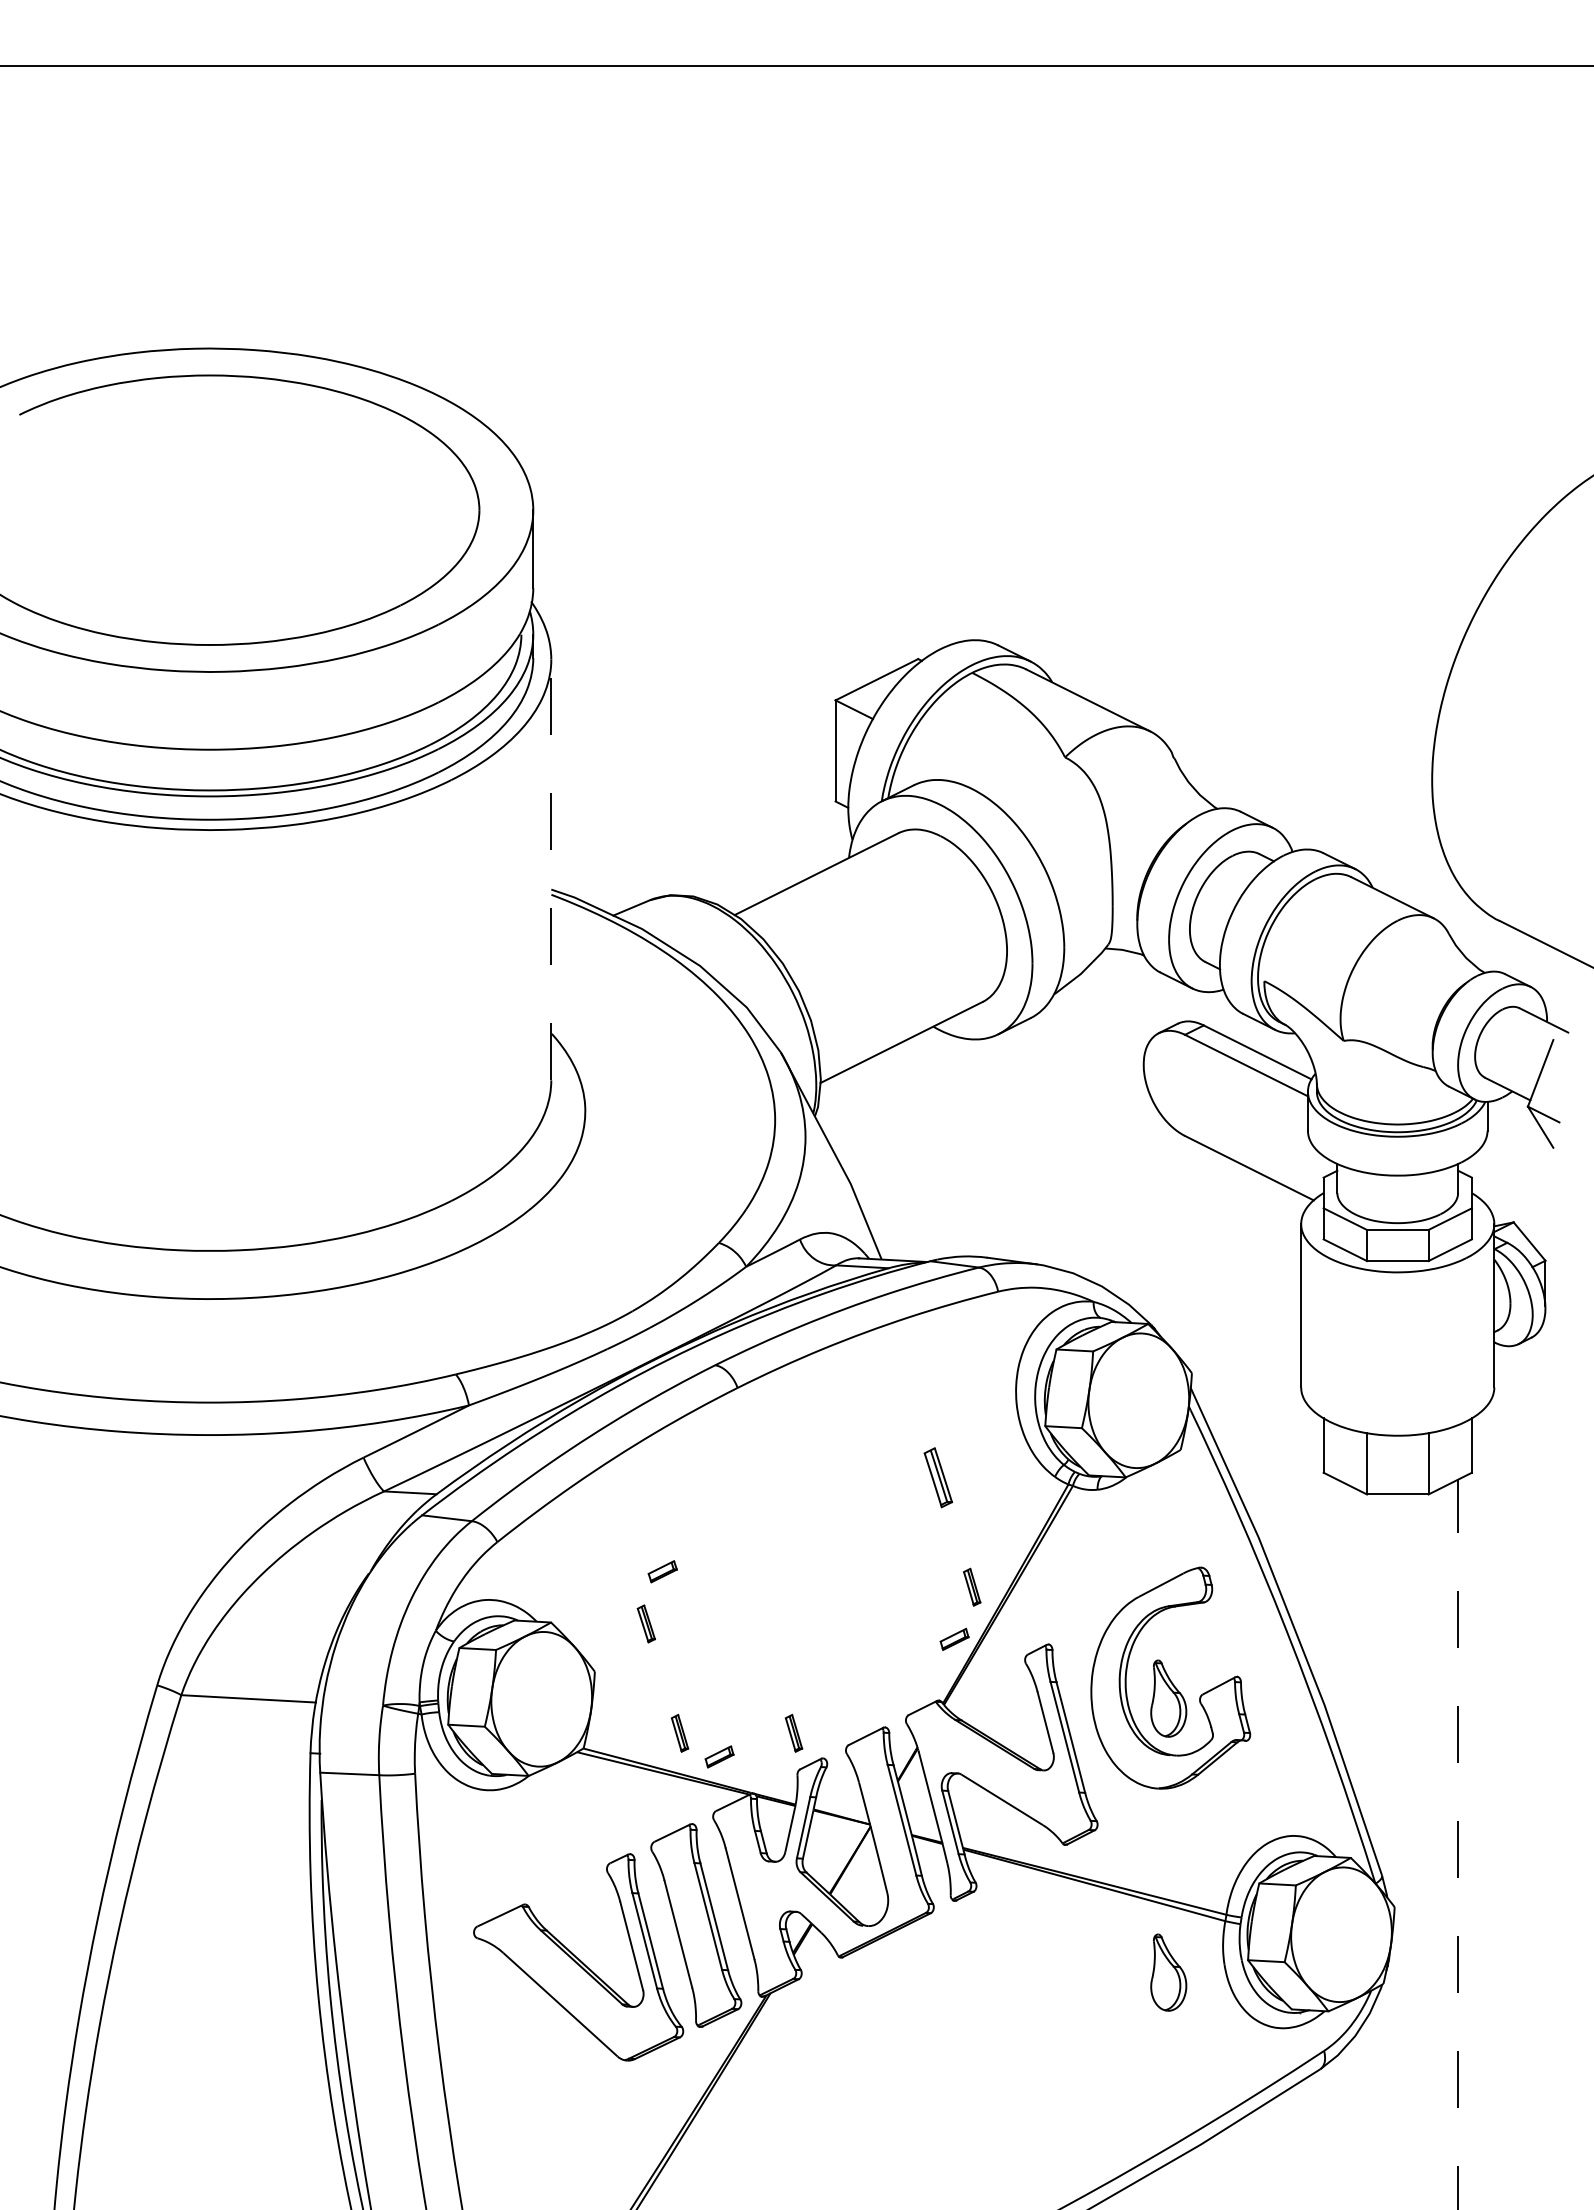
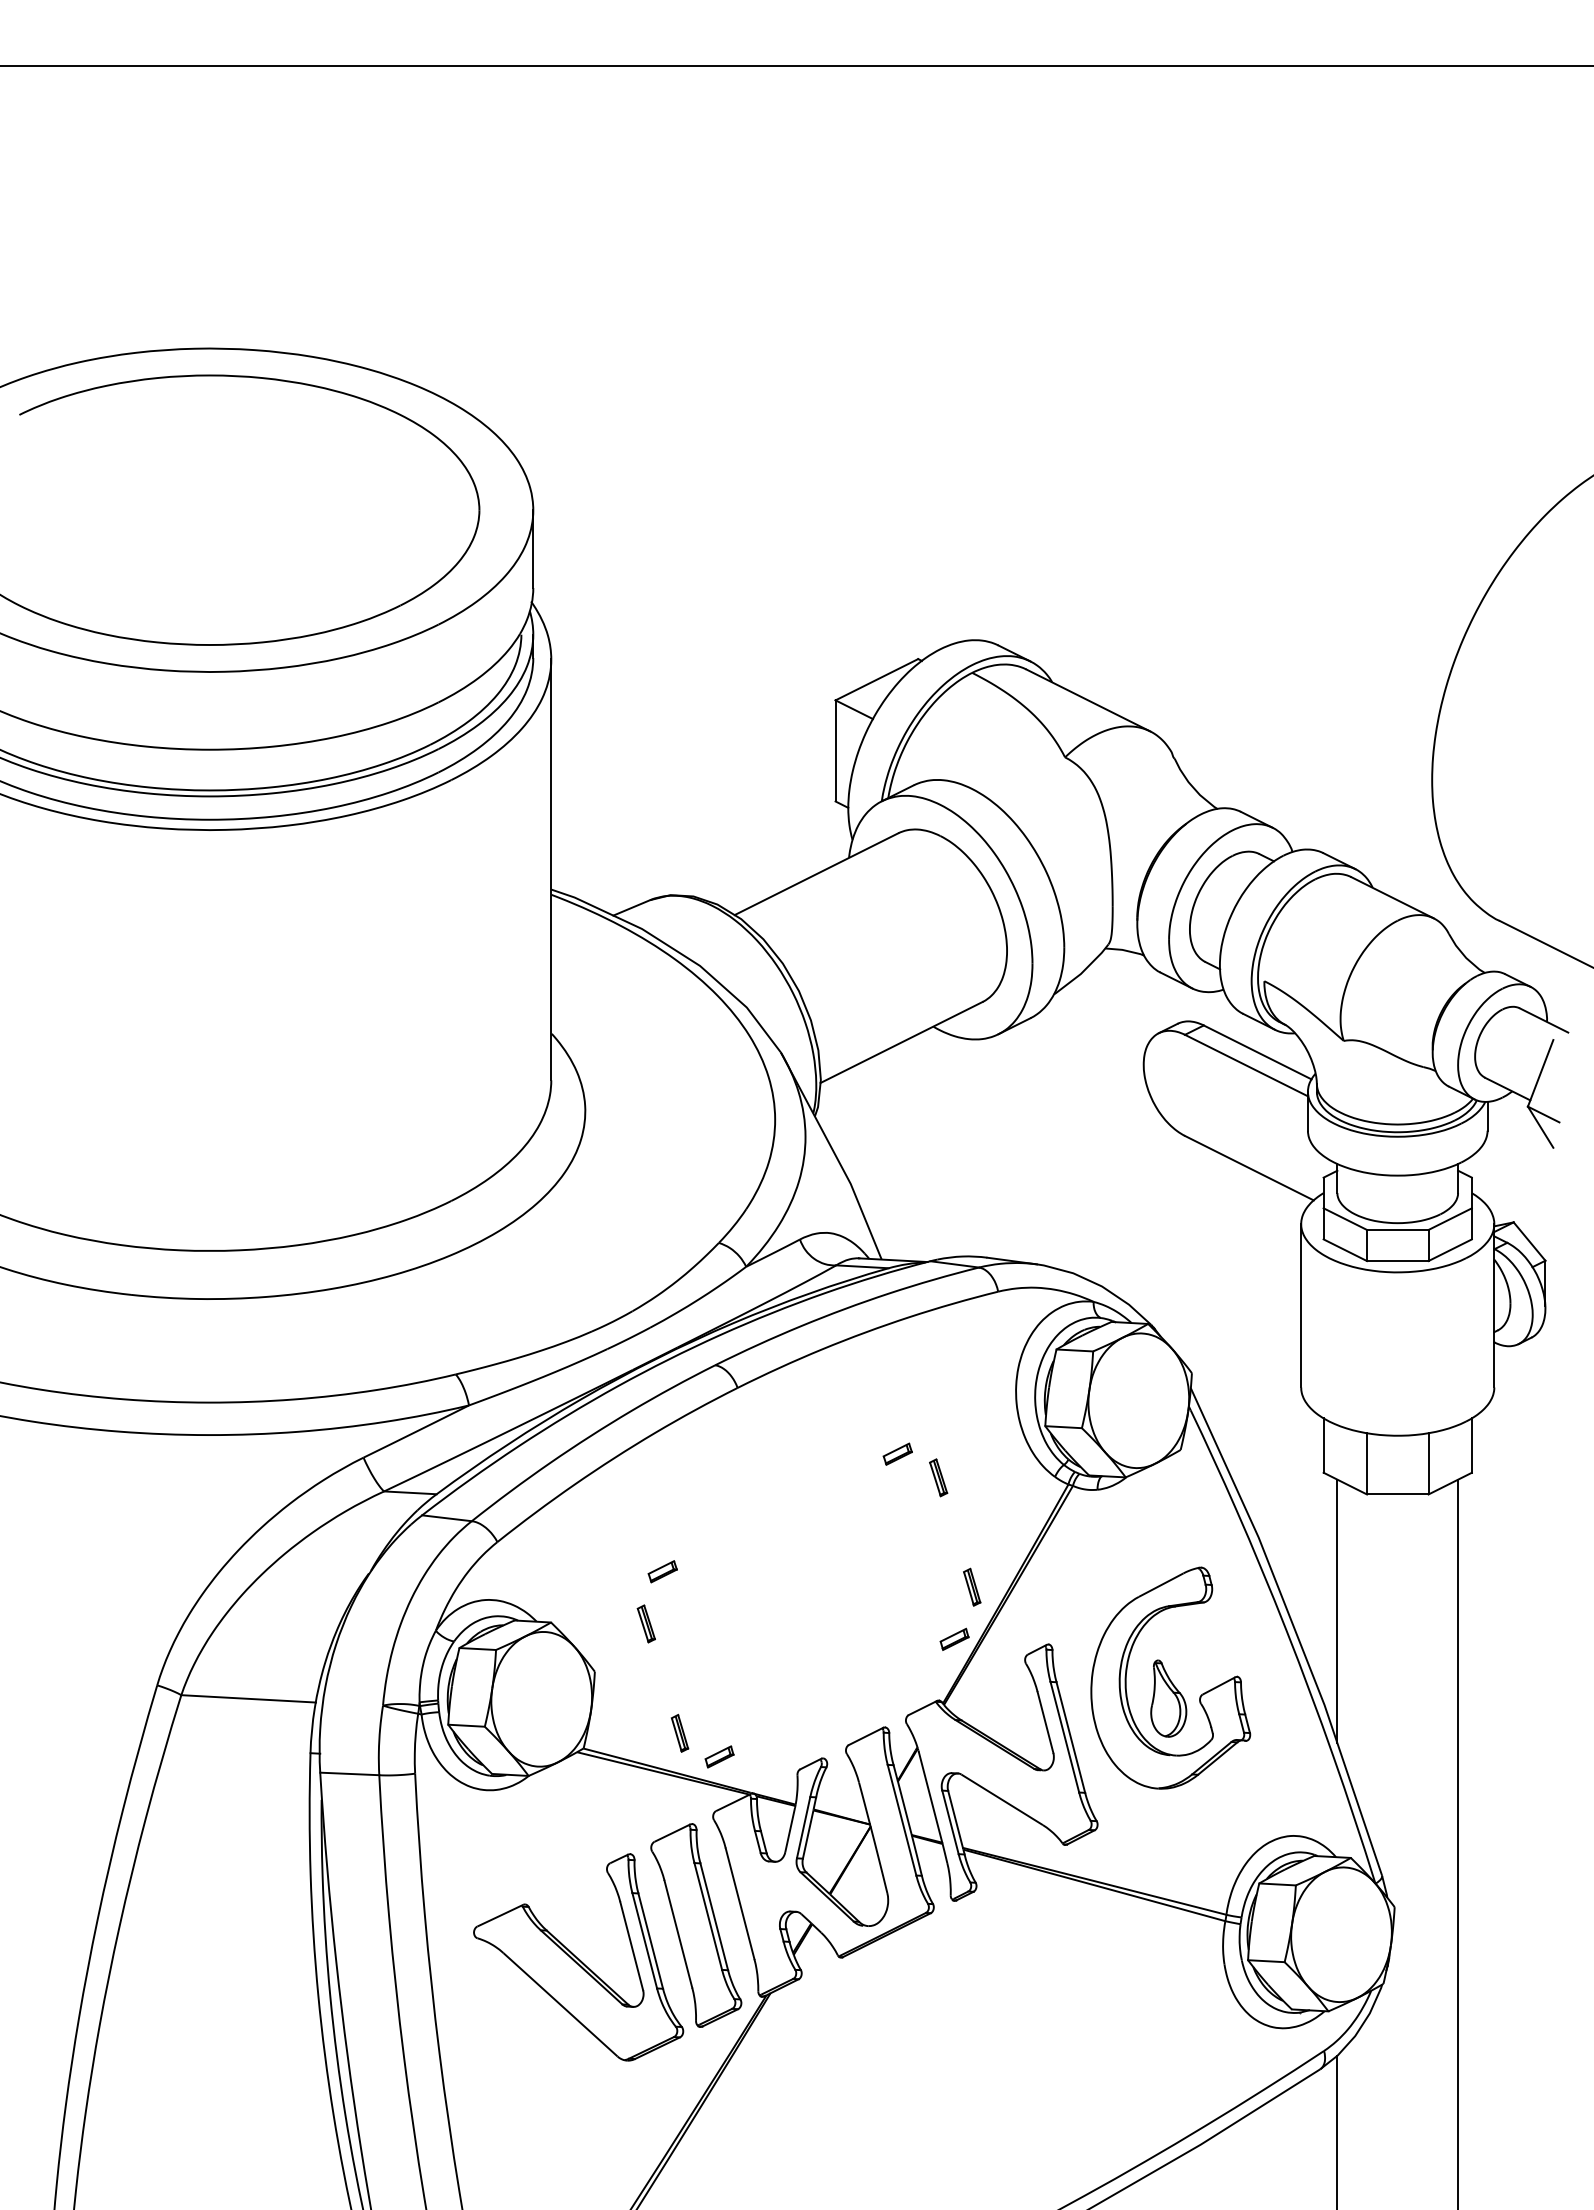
line at (551, 869): dashed -> solid
part at (897, 1453): none -> present
part at (937, 1477) size: 30x62 px -> 20x40 px
line at (1337, 1611): none -> present
part at (793, 1732): present -> none
line at (1458, 1844): dashed -> solid
part at (1168, 1972): present -> none
line at (1337, 2130): none -> present
